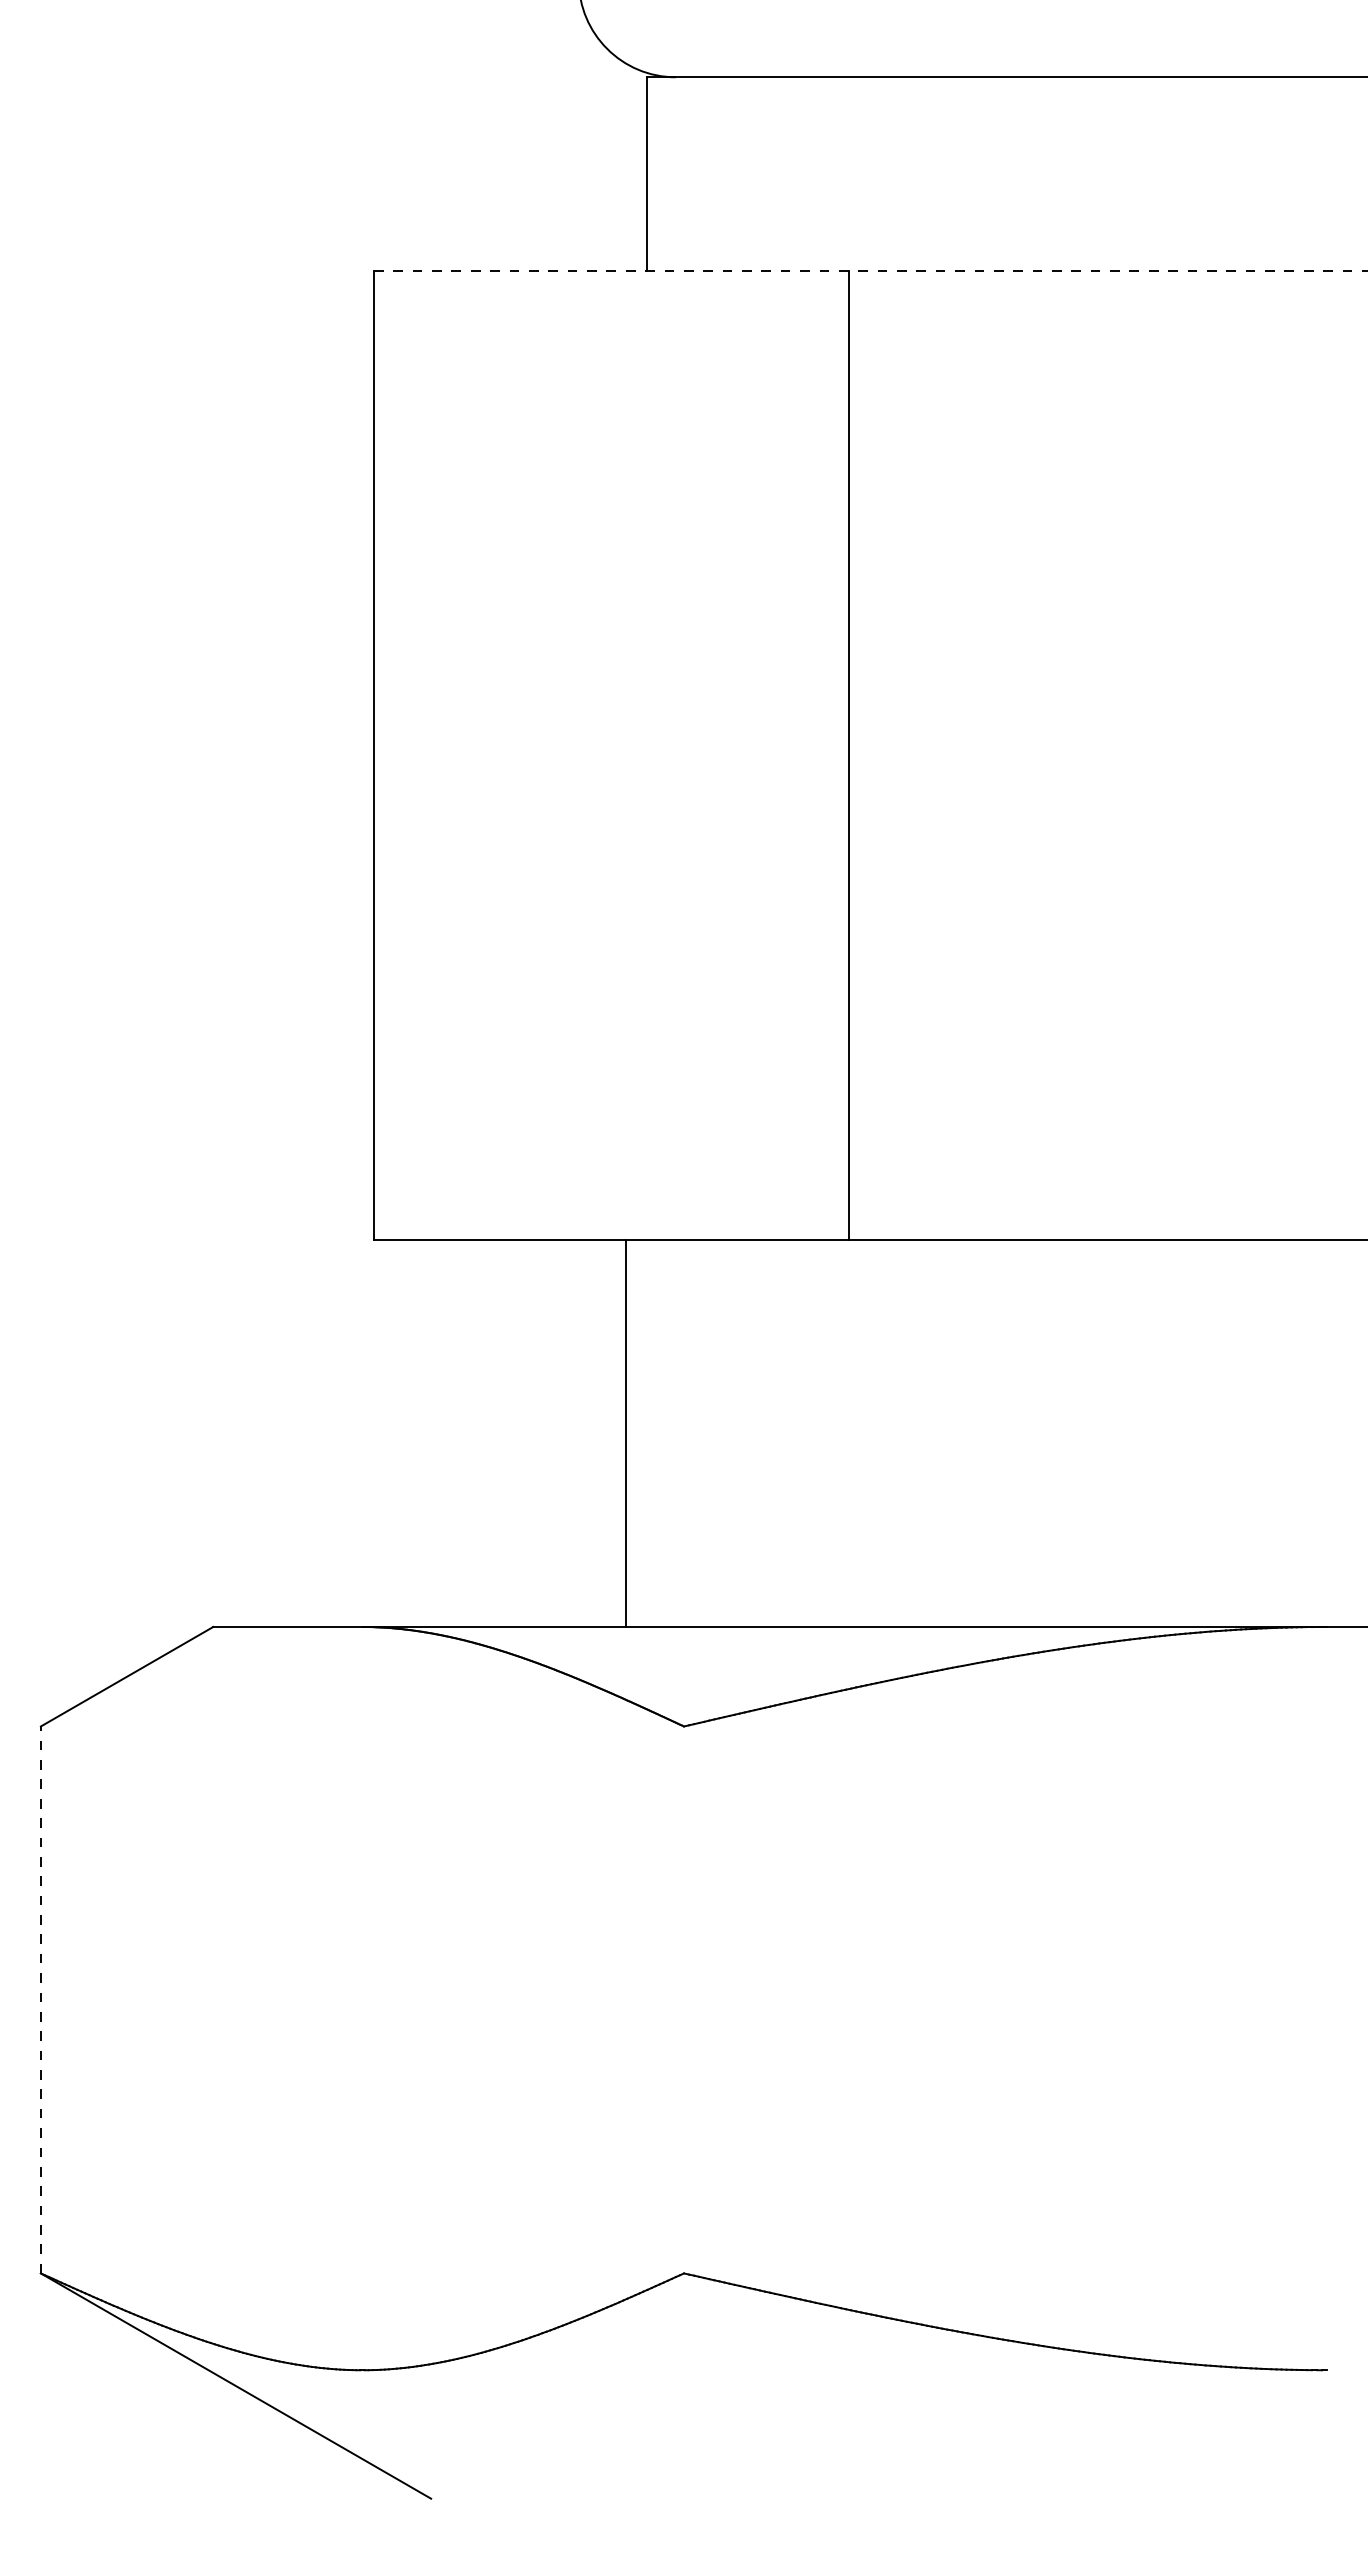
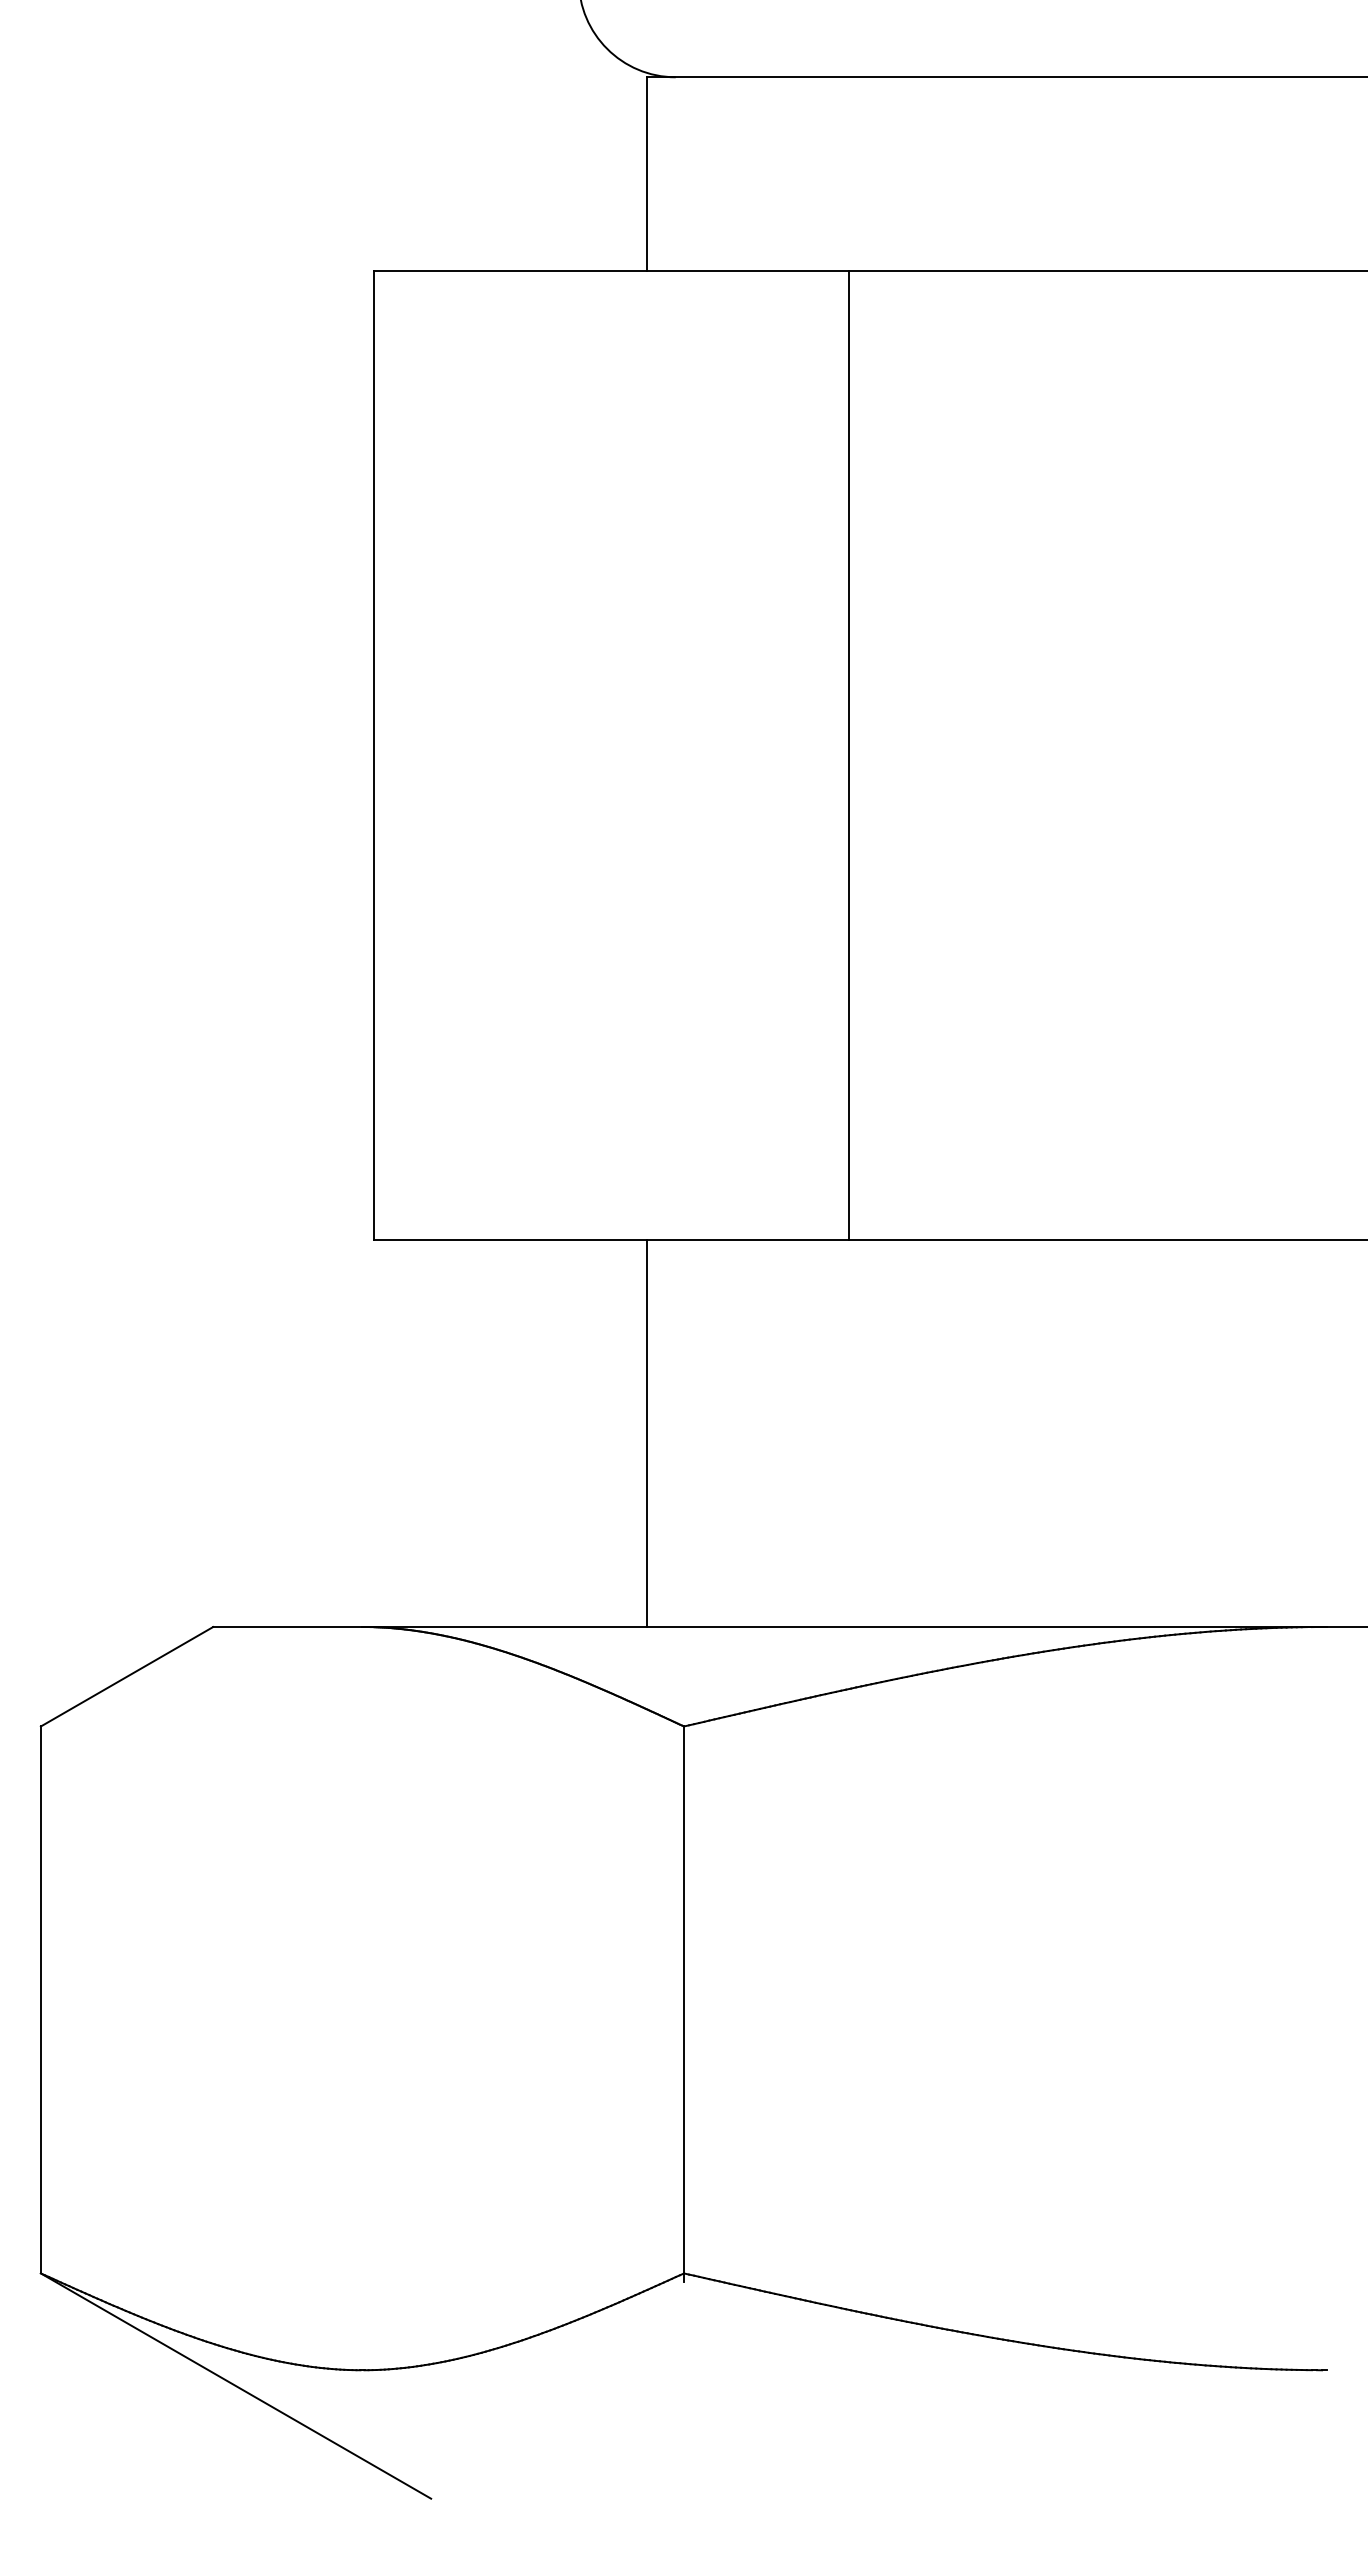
line at (870, 271): dashed -> solid
line at (625, 1433) position: (625, 1433) -> (646, 1433)
line at (40, 1999): dashed -> solid
line at (684, 2003): none -> present
